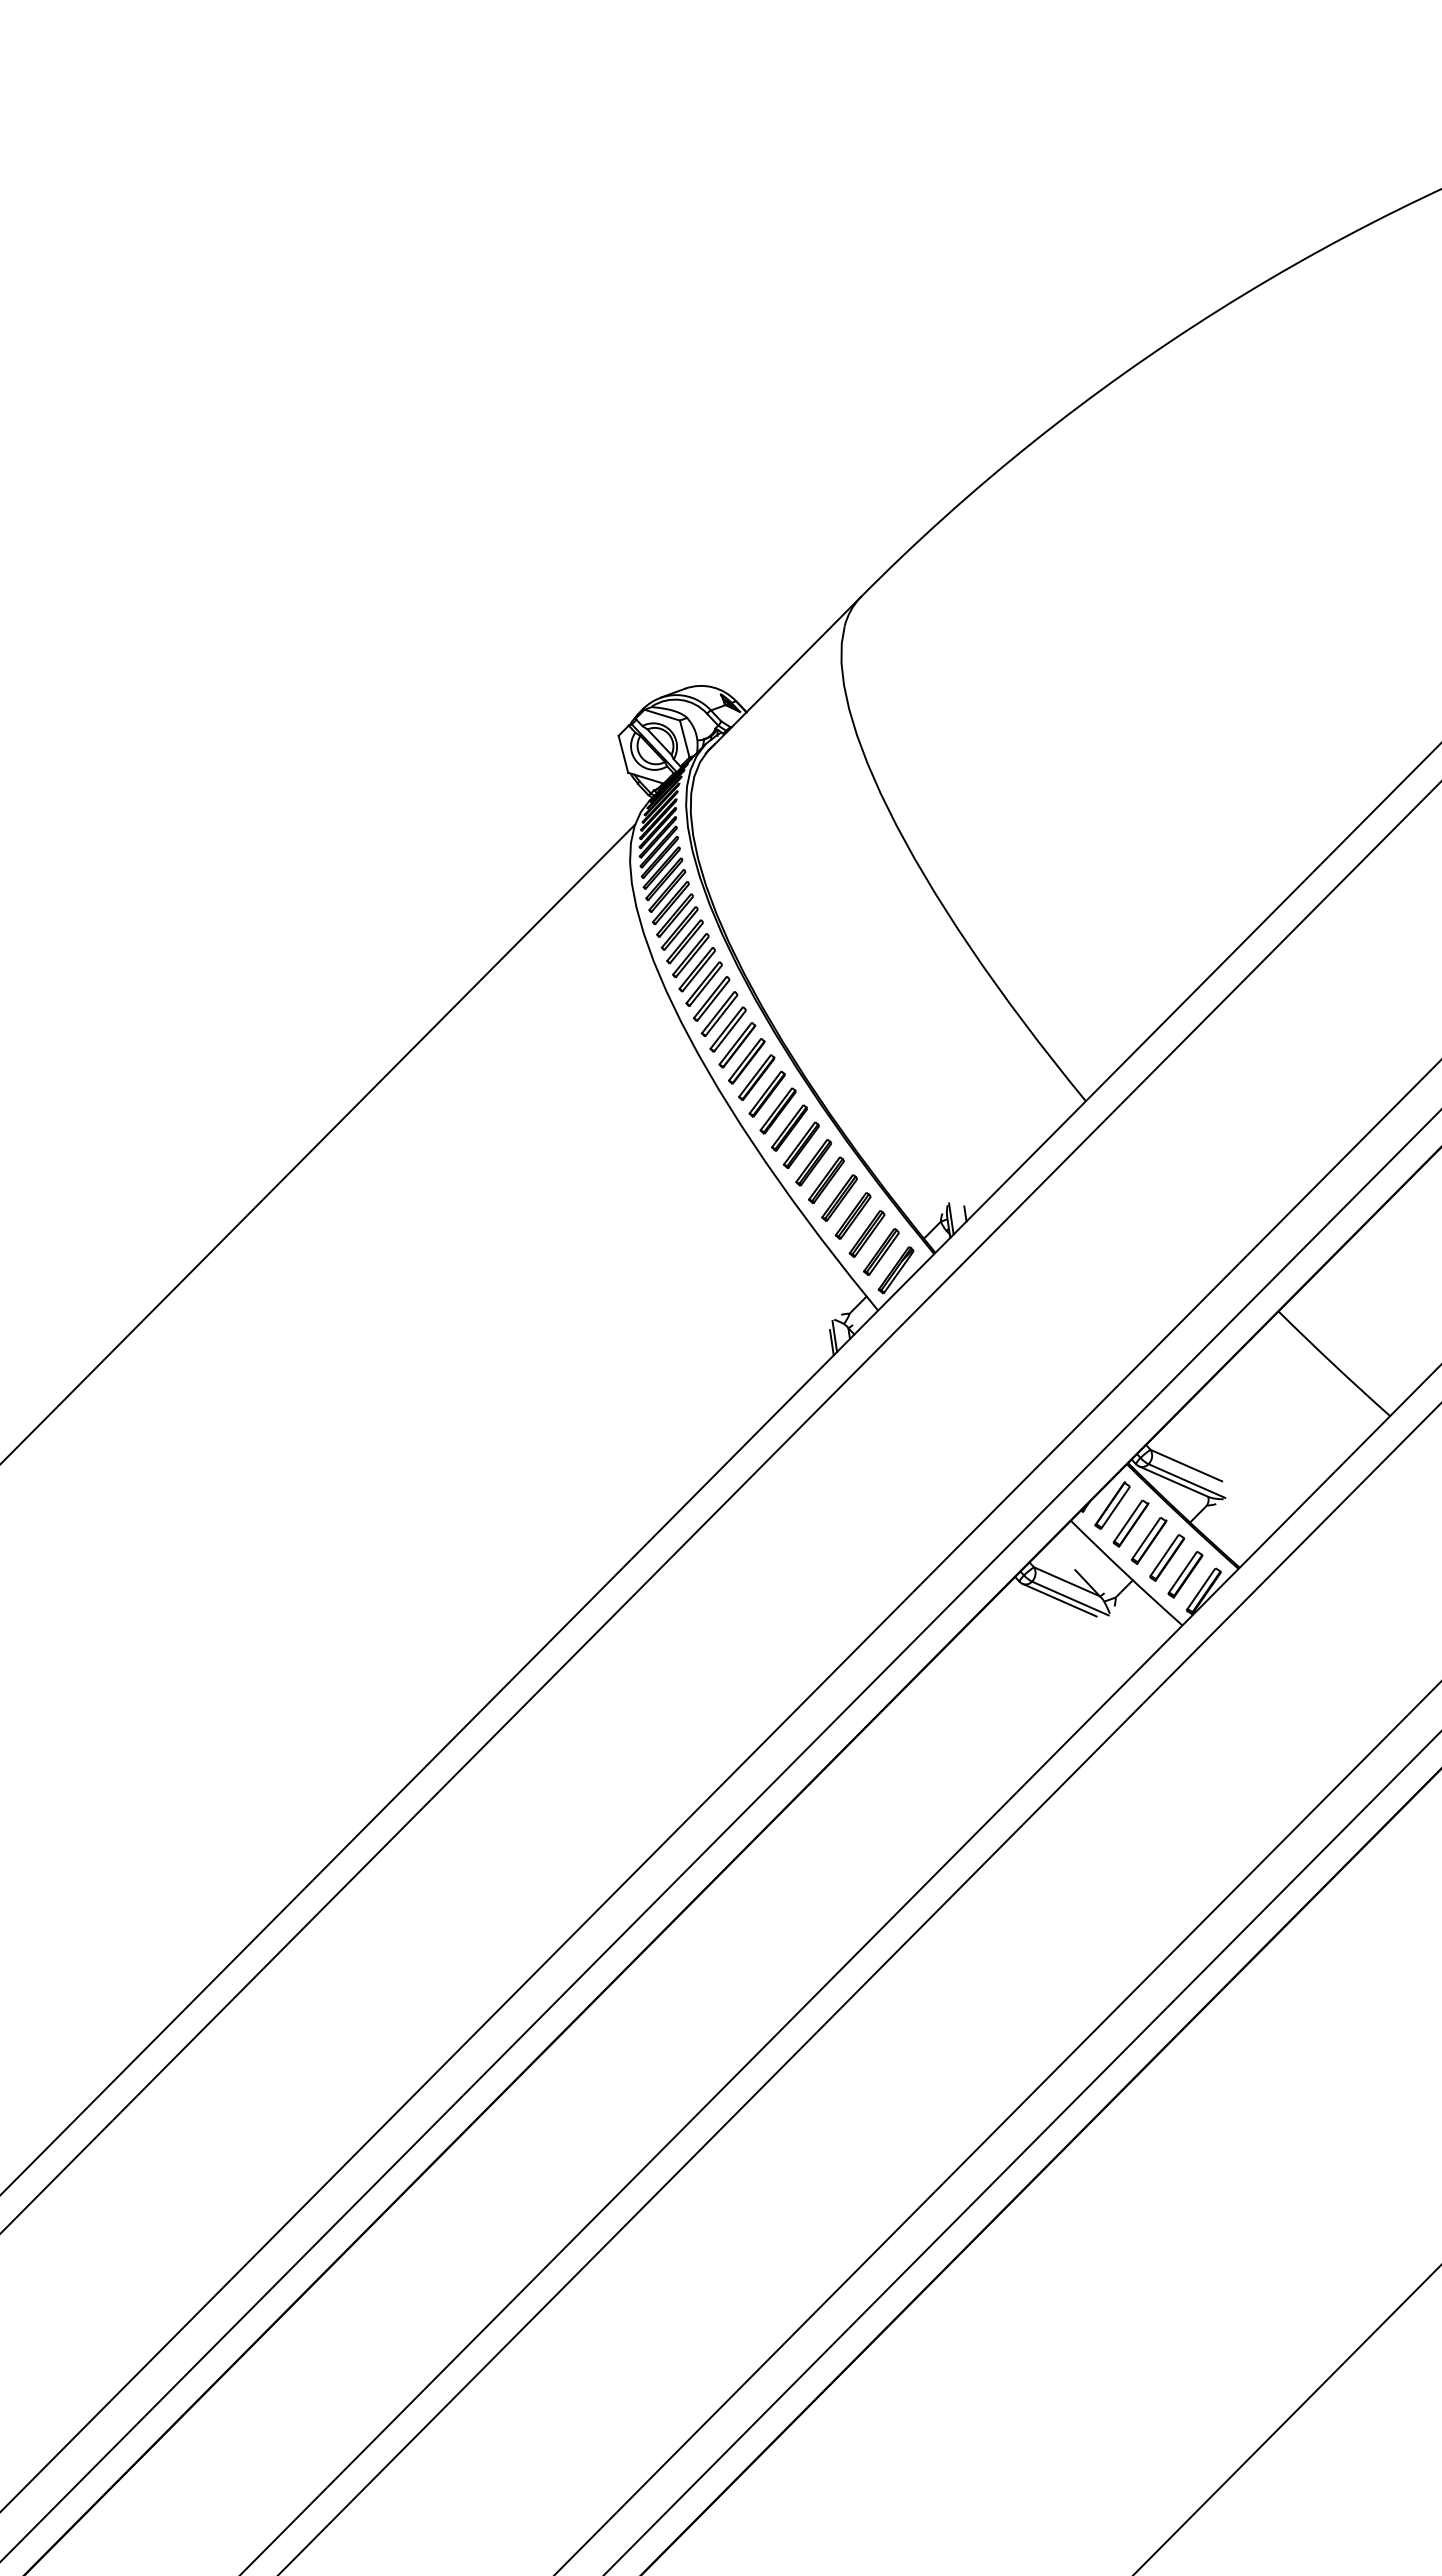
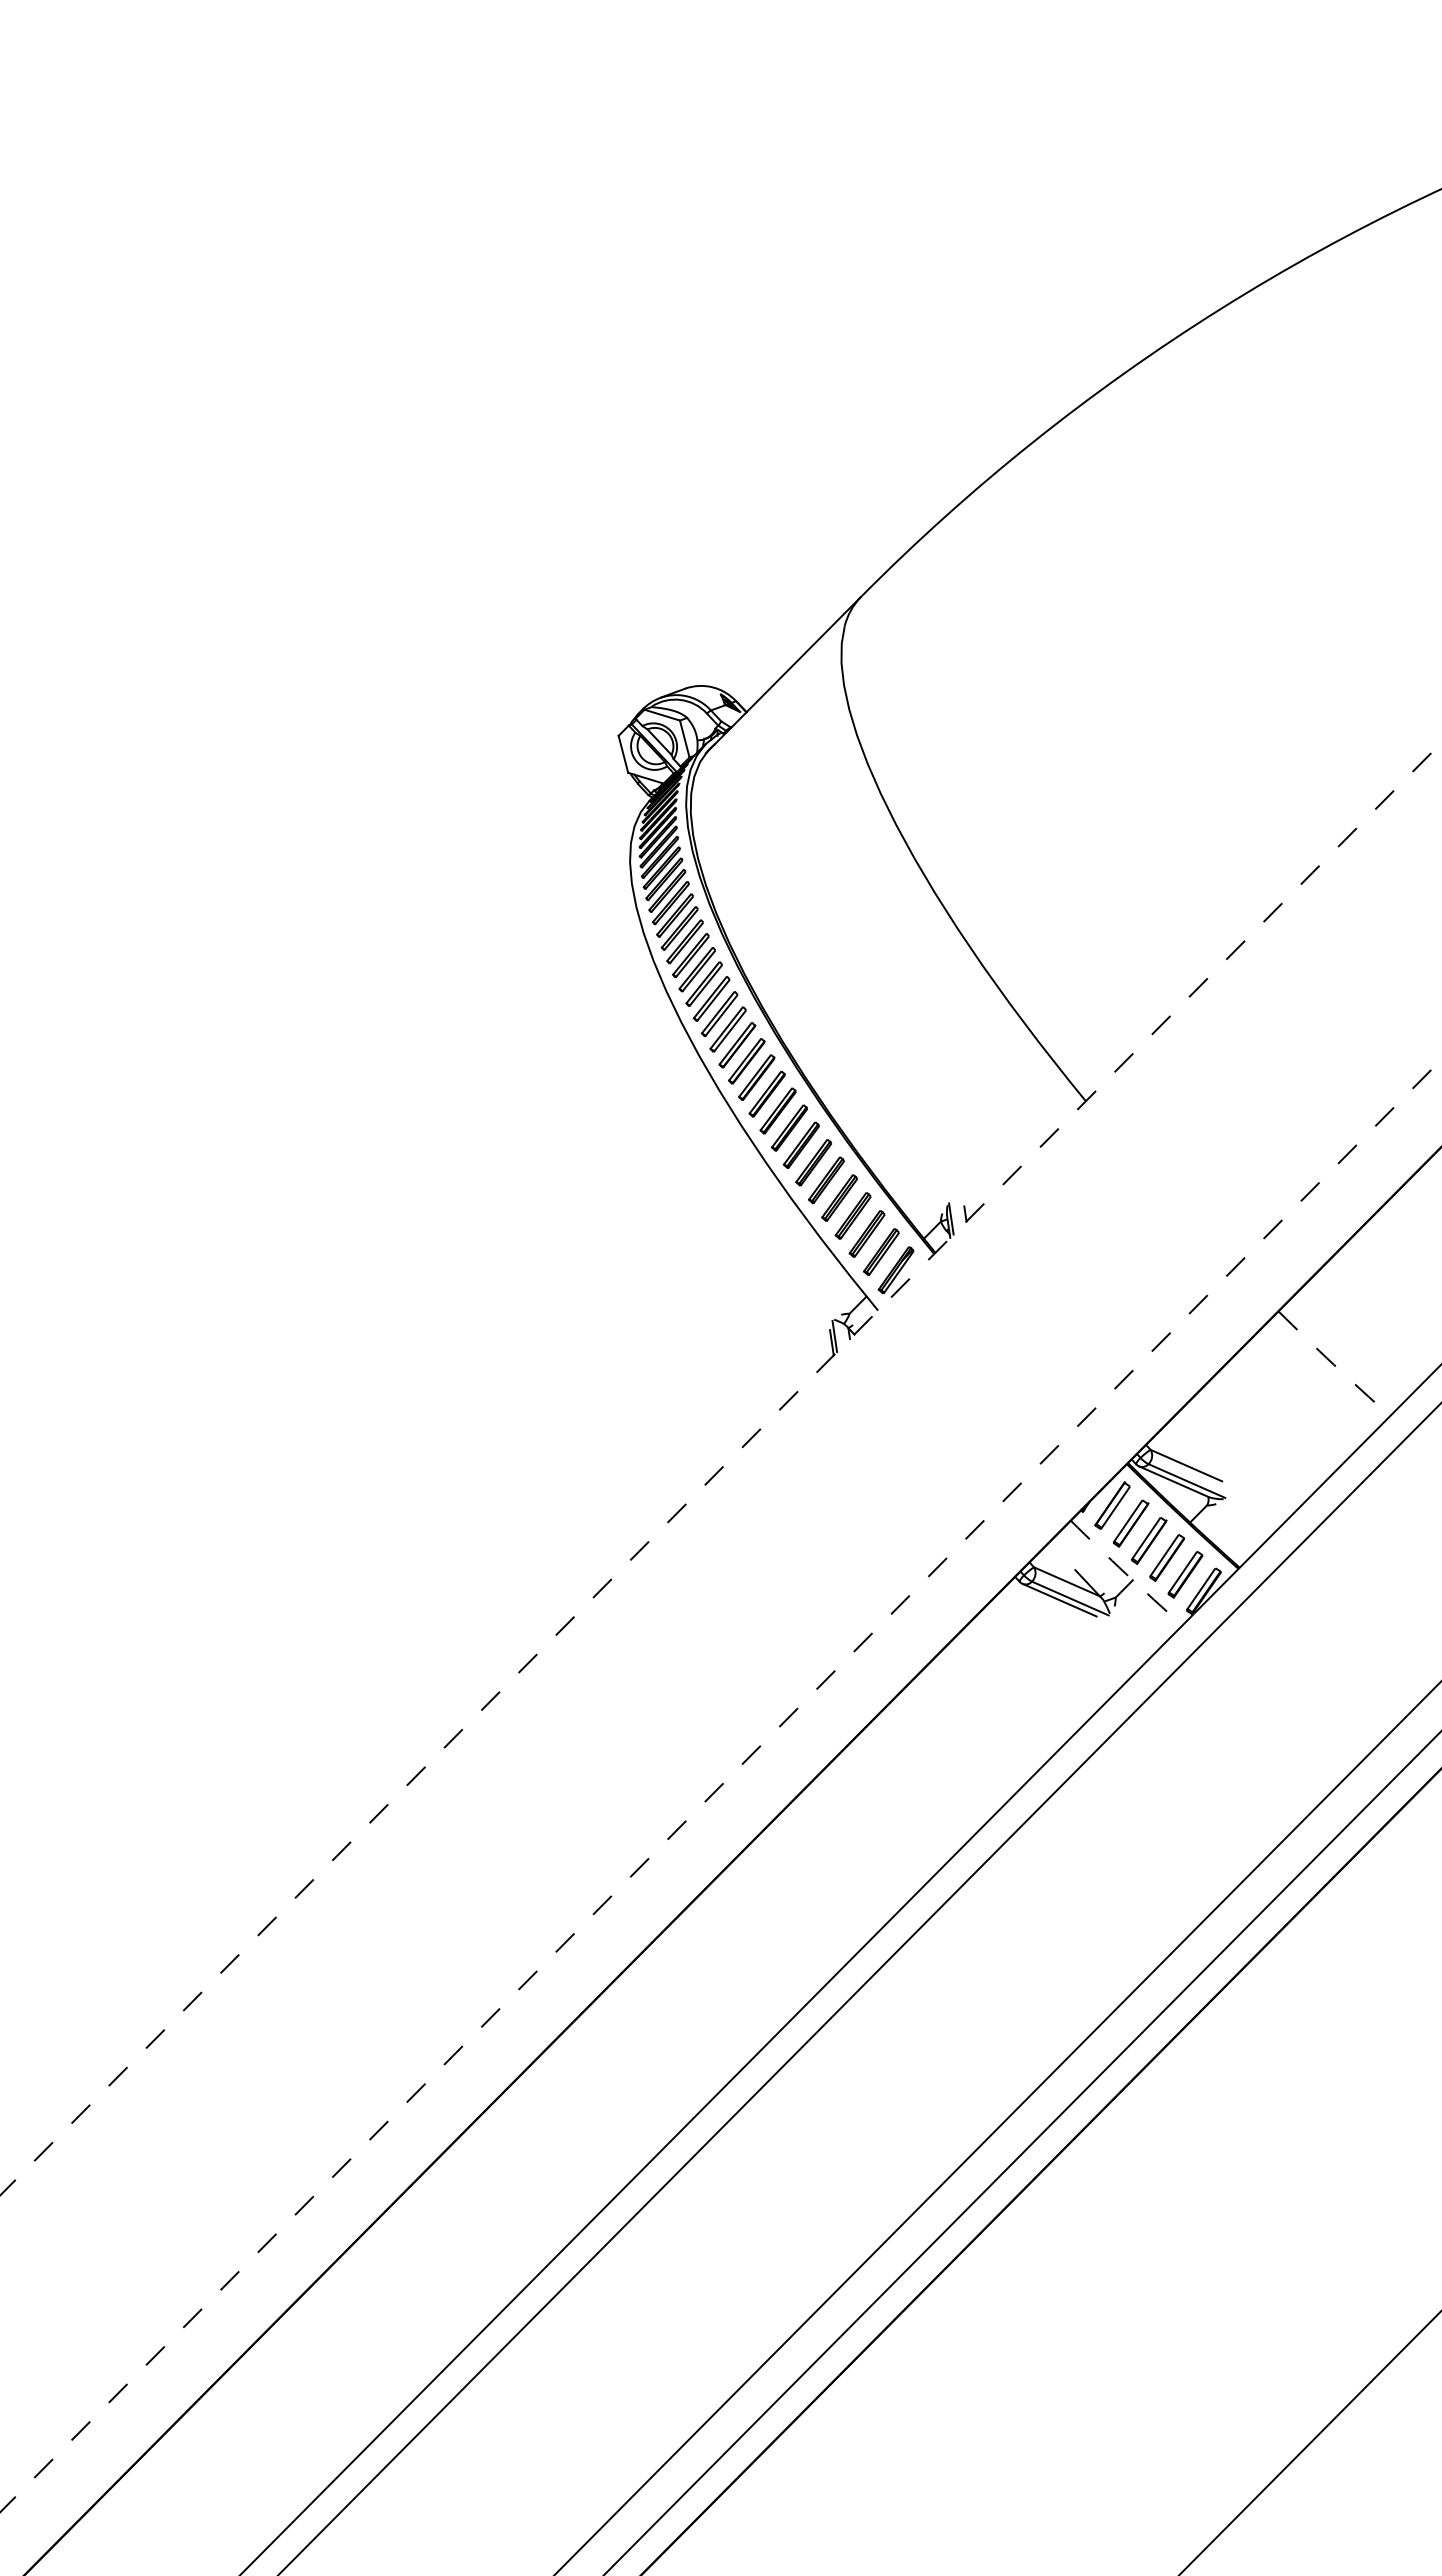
line at (318, 1143): present -> none
arc at (1333, 1364): solid -> dashed
line at (720, 1469): solid -> dashed
line at (720, 1507): present -> none
arc at (1125, 1573): solid -> dashed
line at (720, 1785): solid -> dashed
line at (720, 1835): present -> none
line at (1287, 2419) position: (1287, 2419) -> (1309, 2442)
